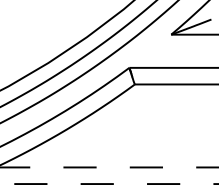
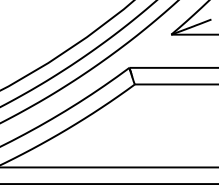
line at (109, 167): dashed -> solid
line at (109, 184): dashed -> solid
